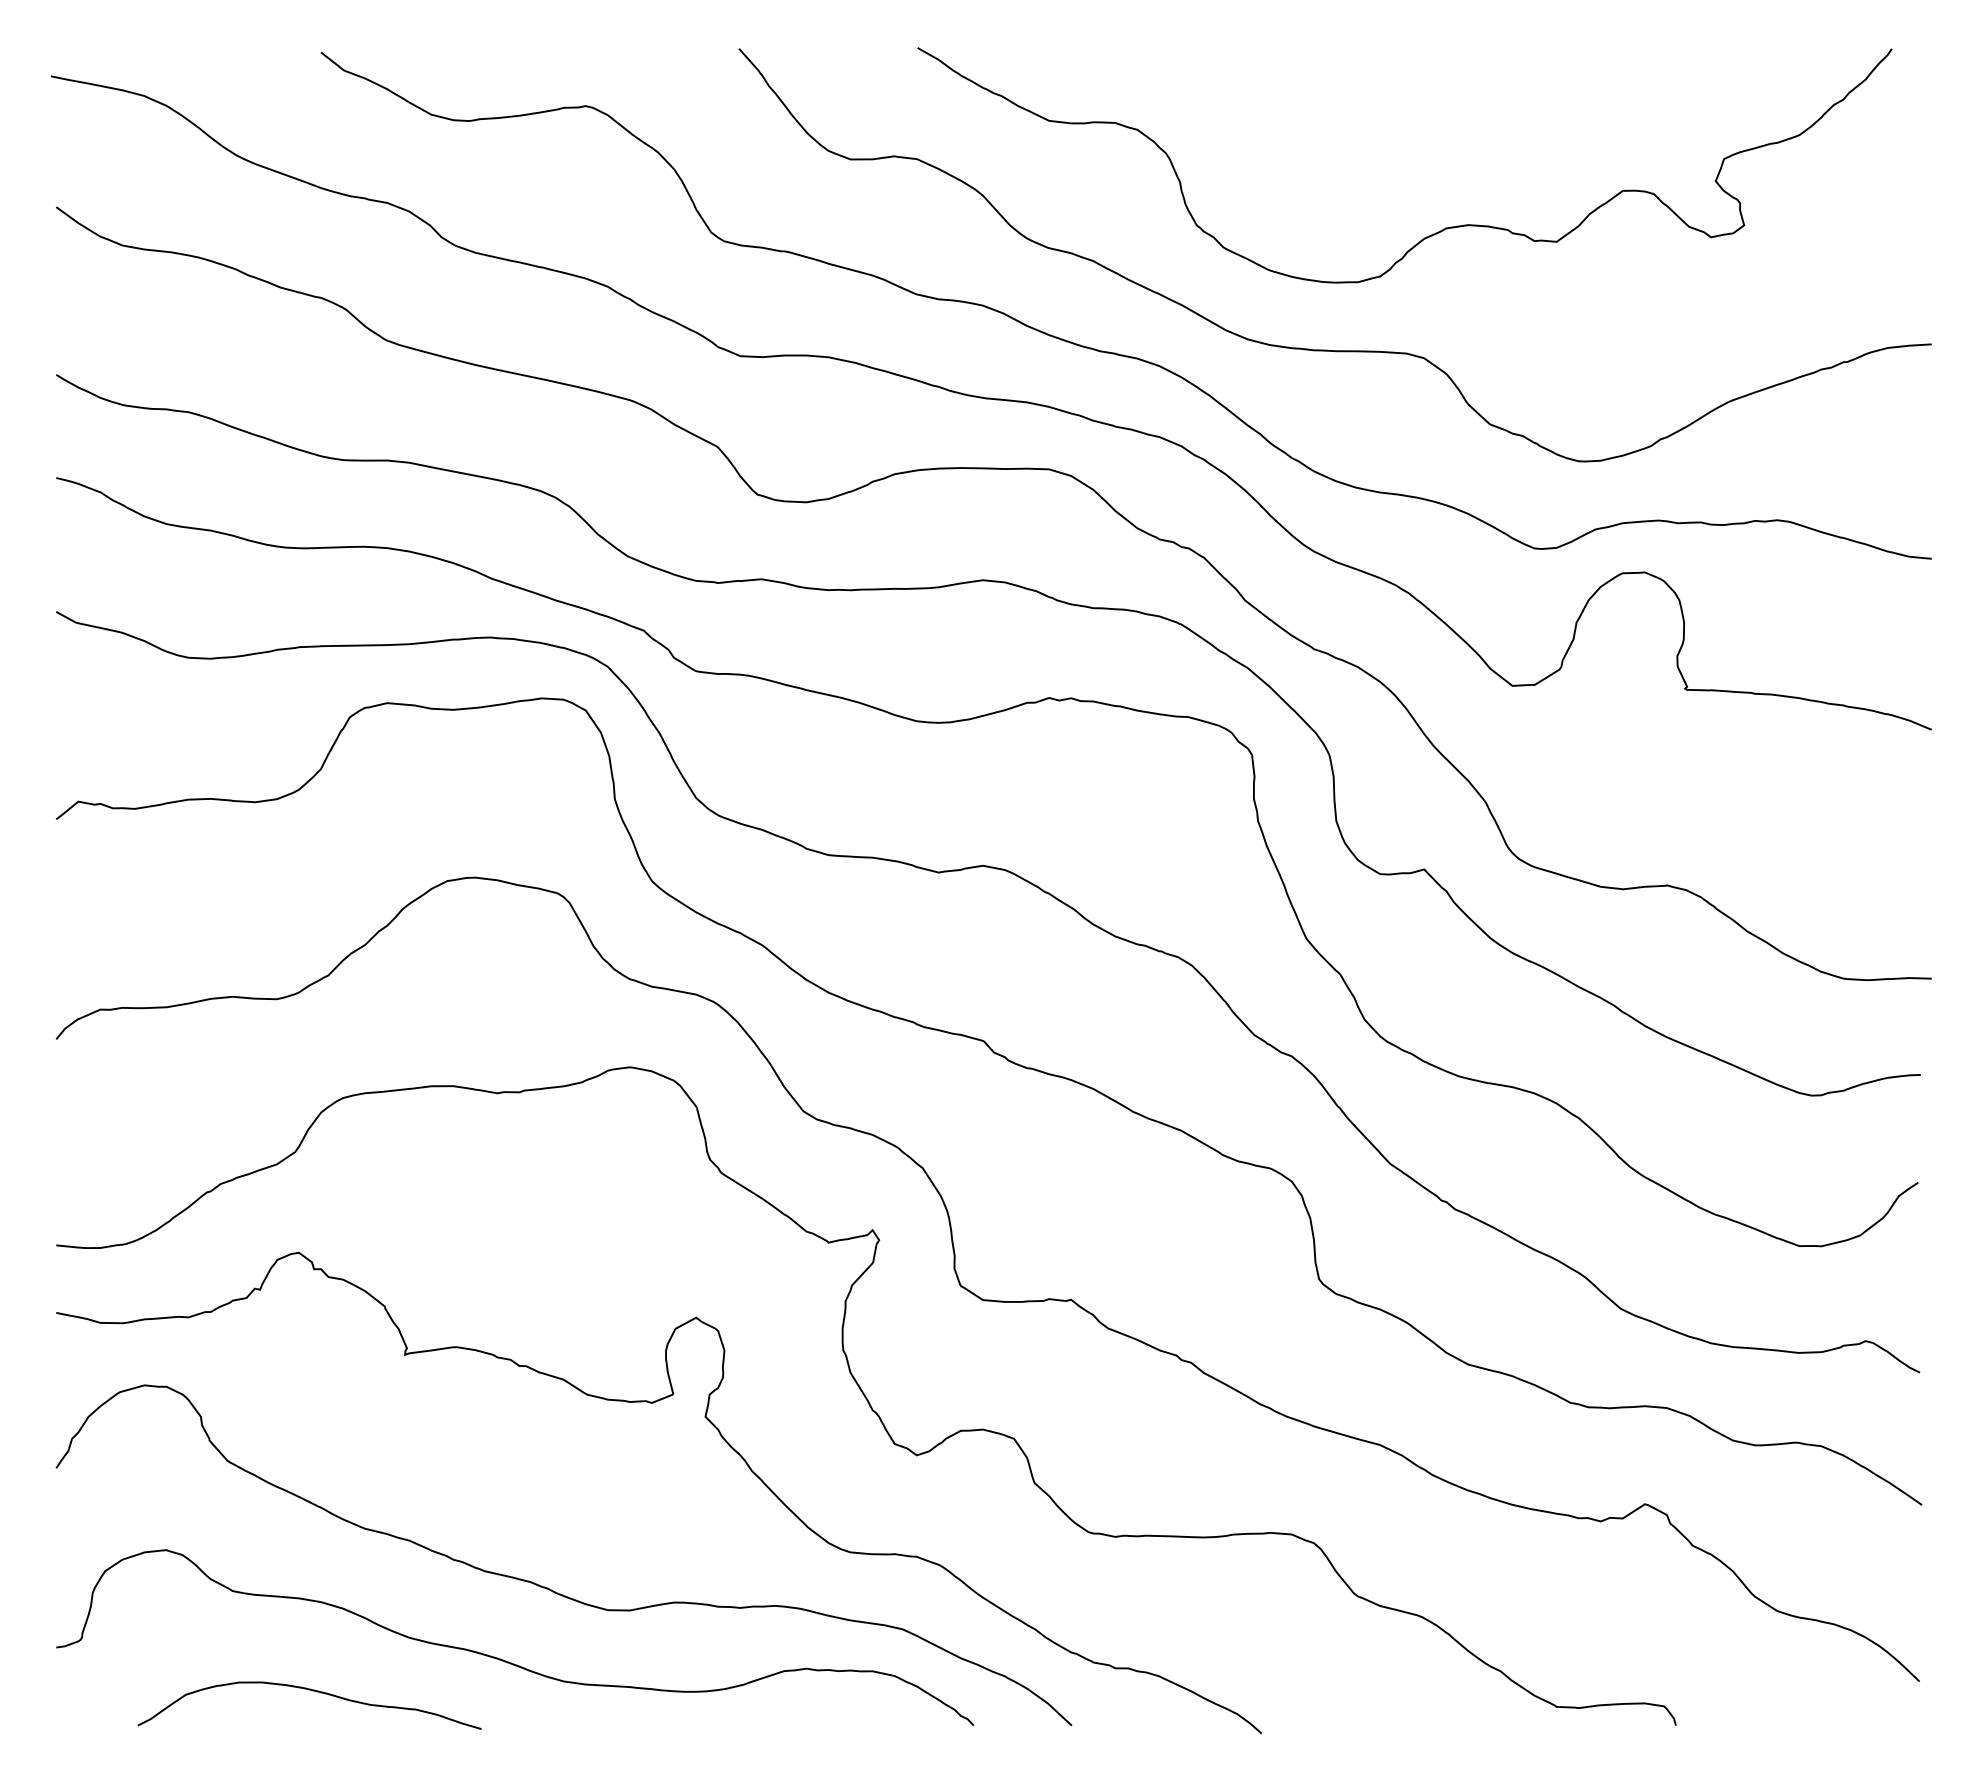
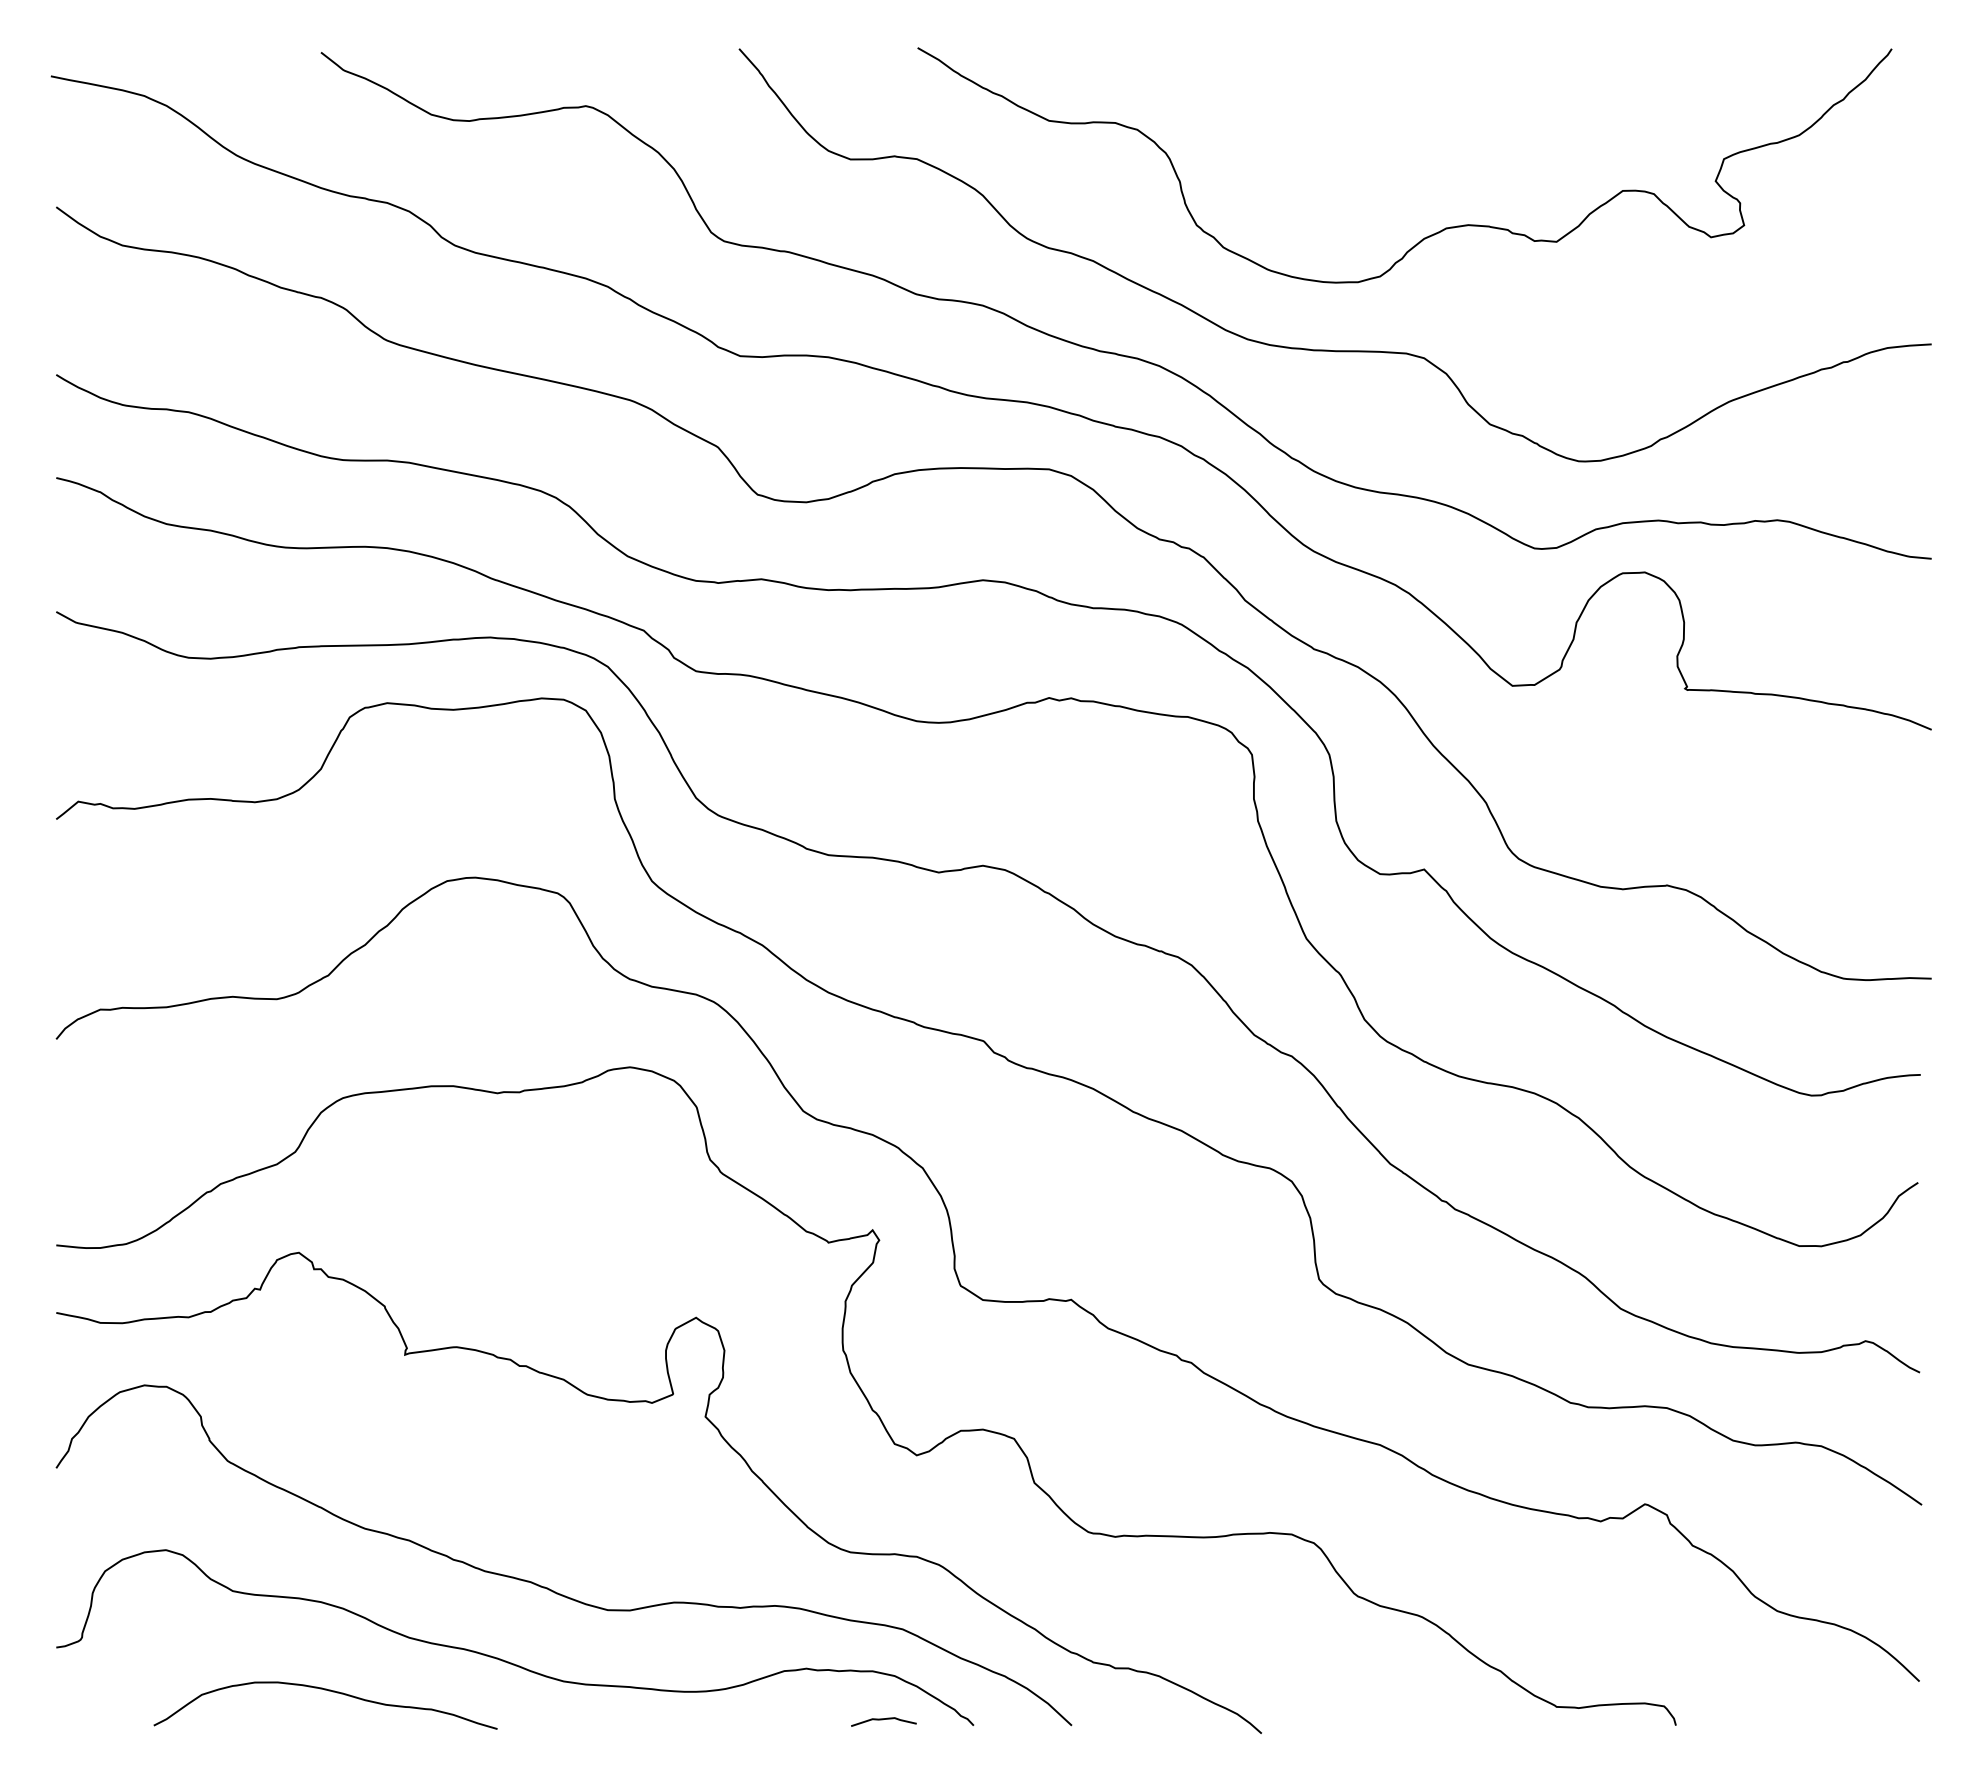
curve at (312, 1691) position: (312, 1691) -> (328, 1691)
curve at (883, 1720): none -> present
